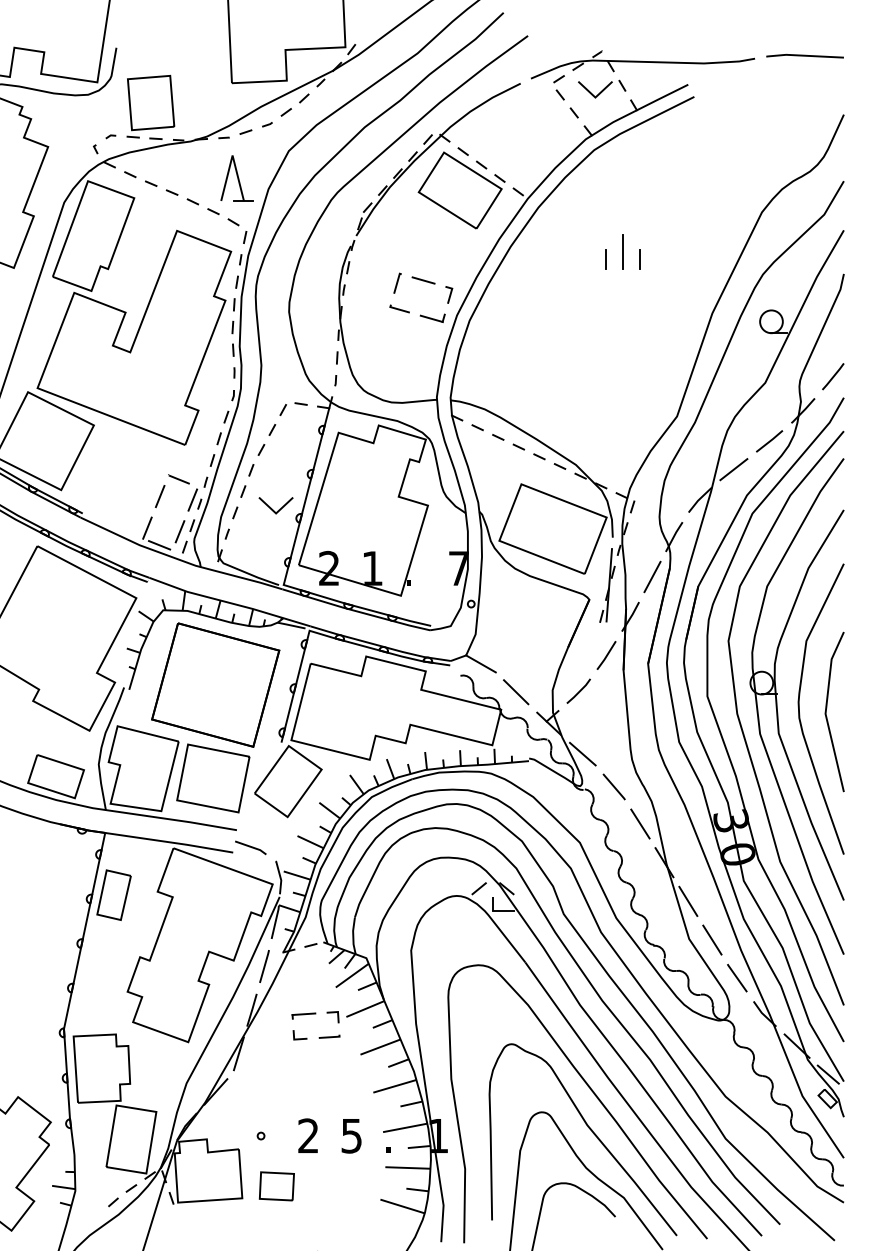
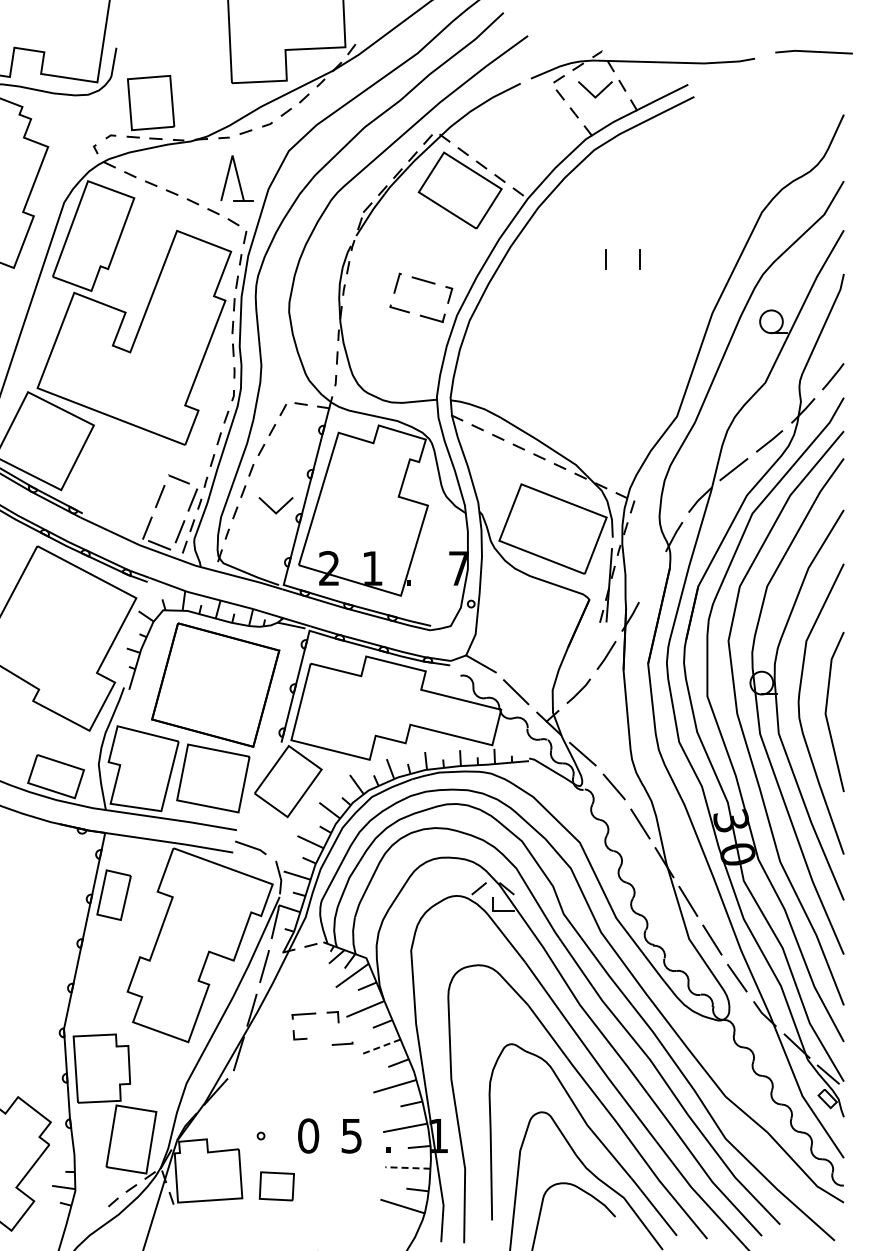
line at (804, 55) position: (804, 55) -> (813, 51)
line at (622, 251): present -> none
line at (652, 576): present -> none
line at (329, 1036) position: (329, 1036) -> (342, 1043)
line at (380, 1047): solid -> dashed
text at (308, 1135): 2 -> 0
line at (407, 1167): solid -> dashed
